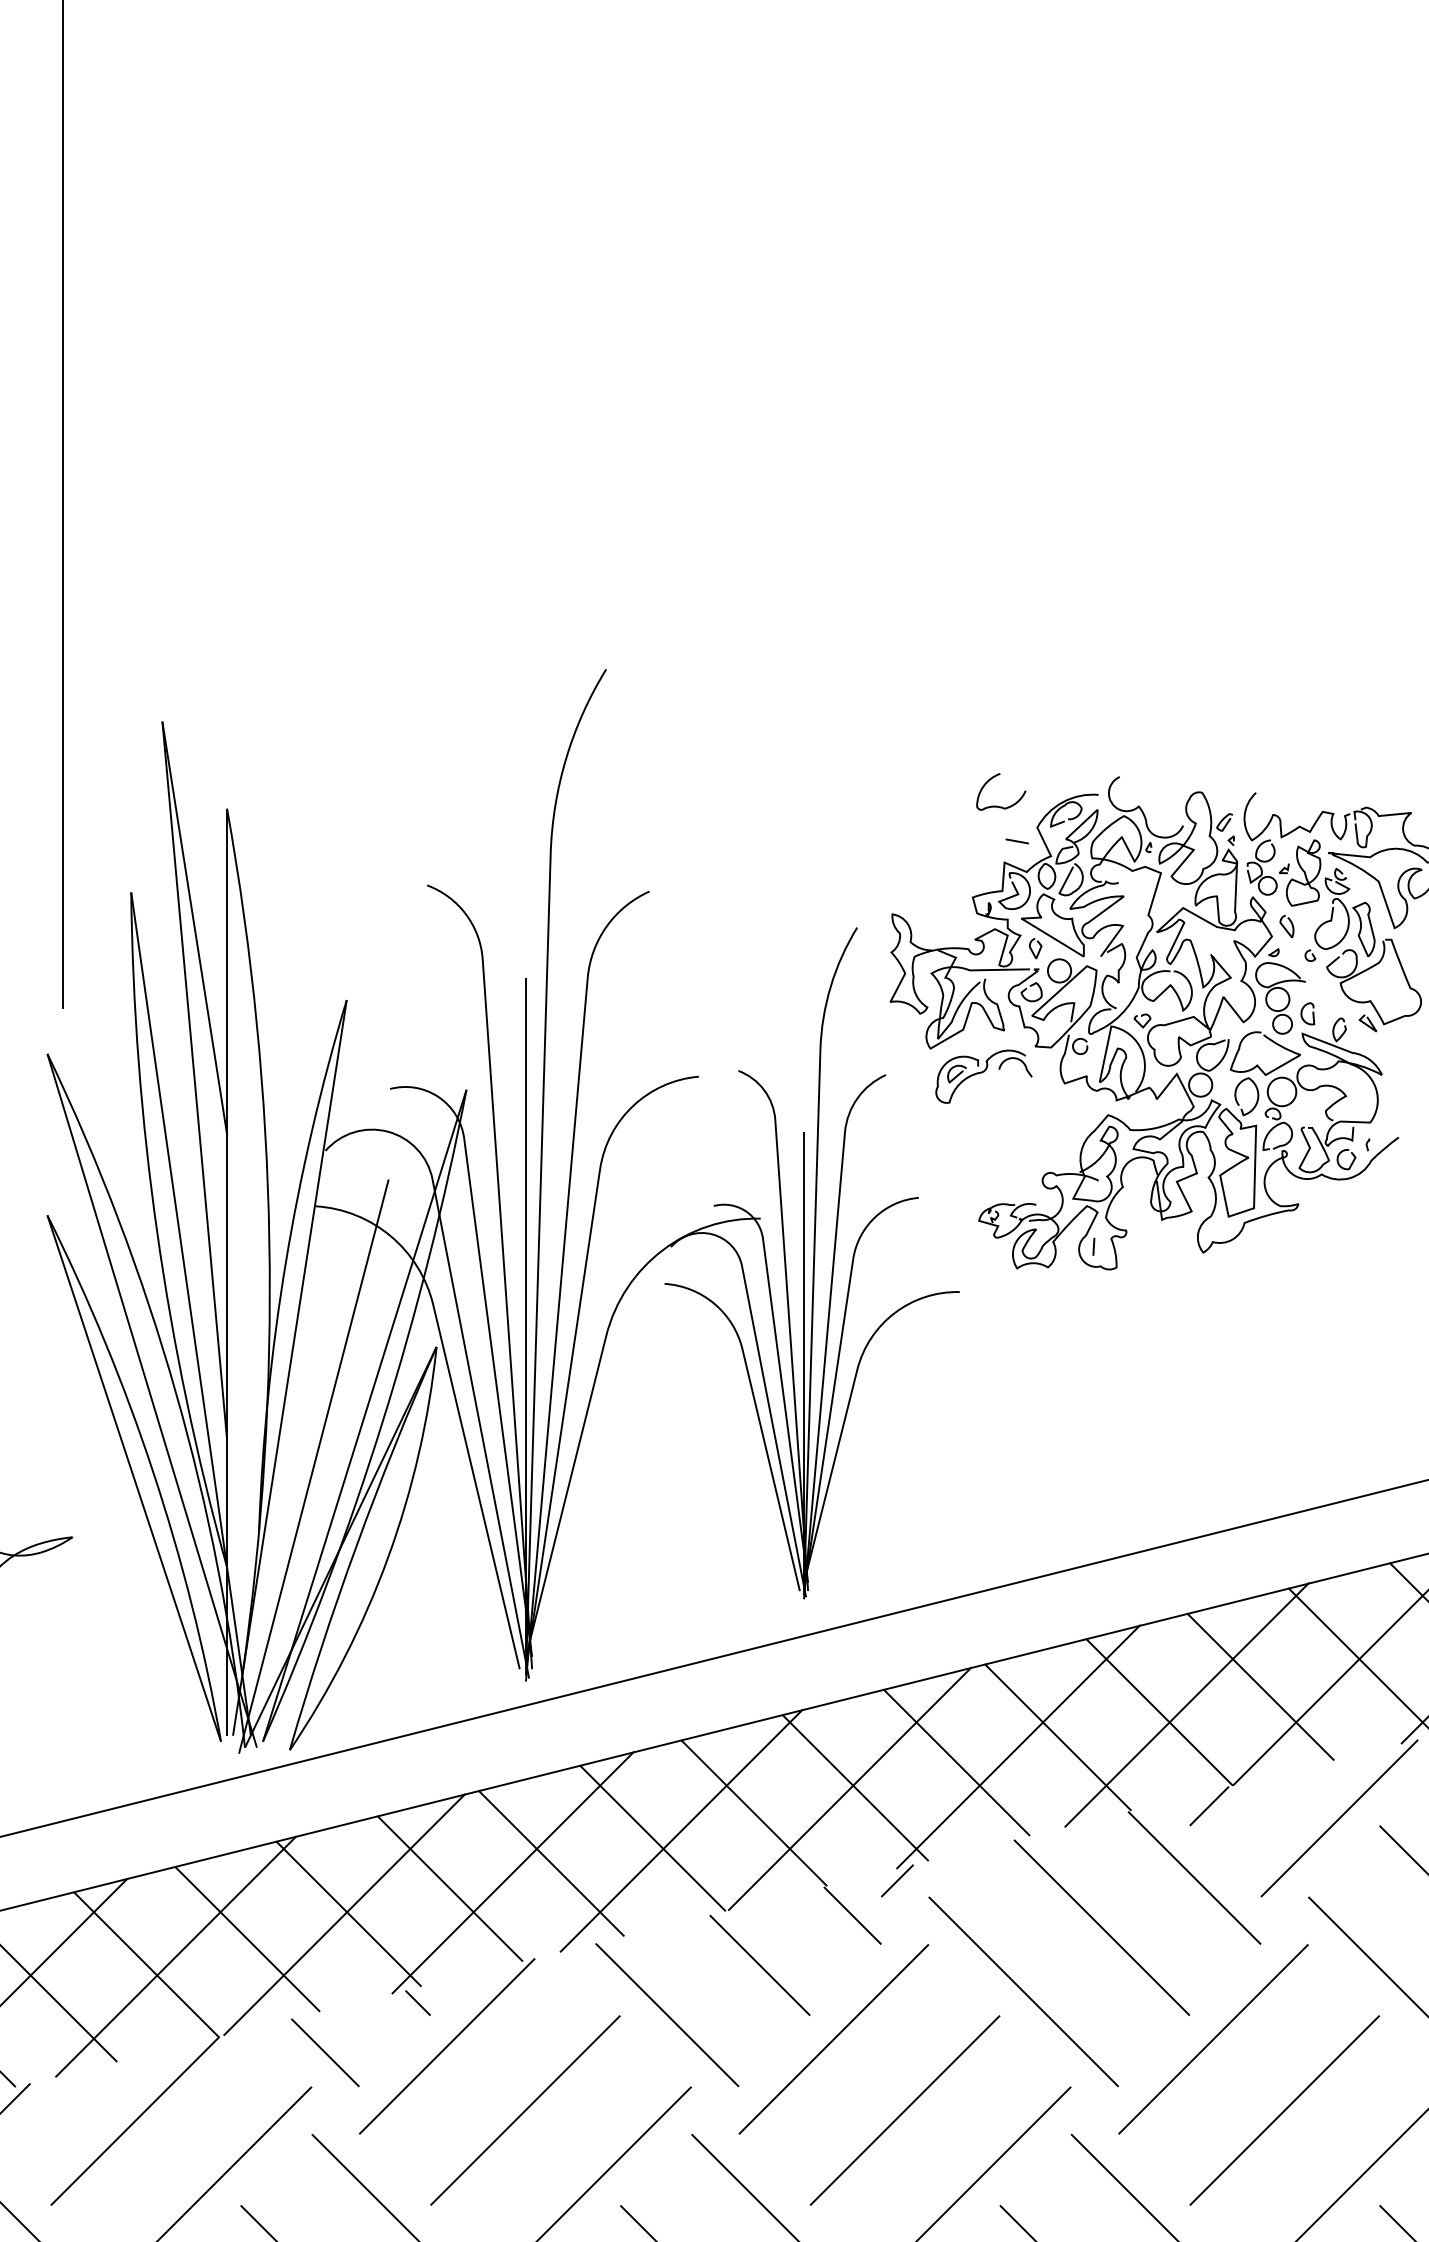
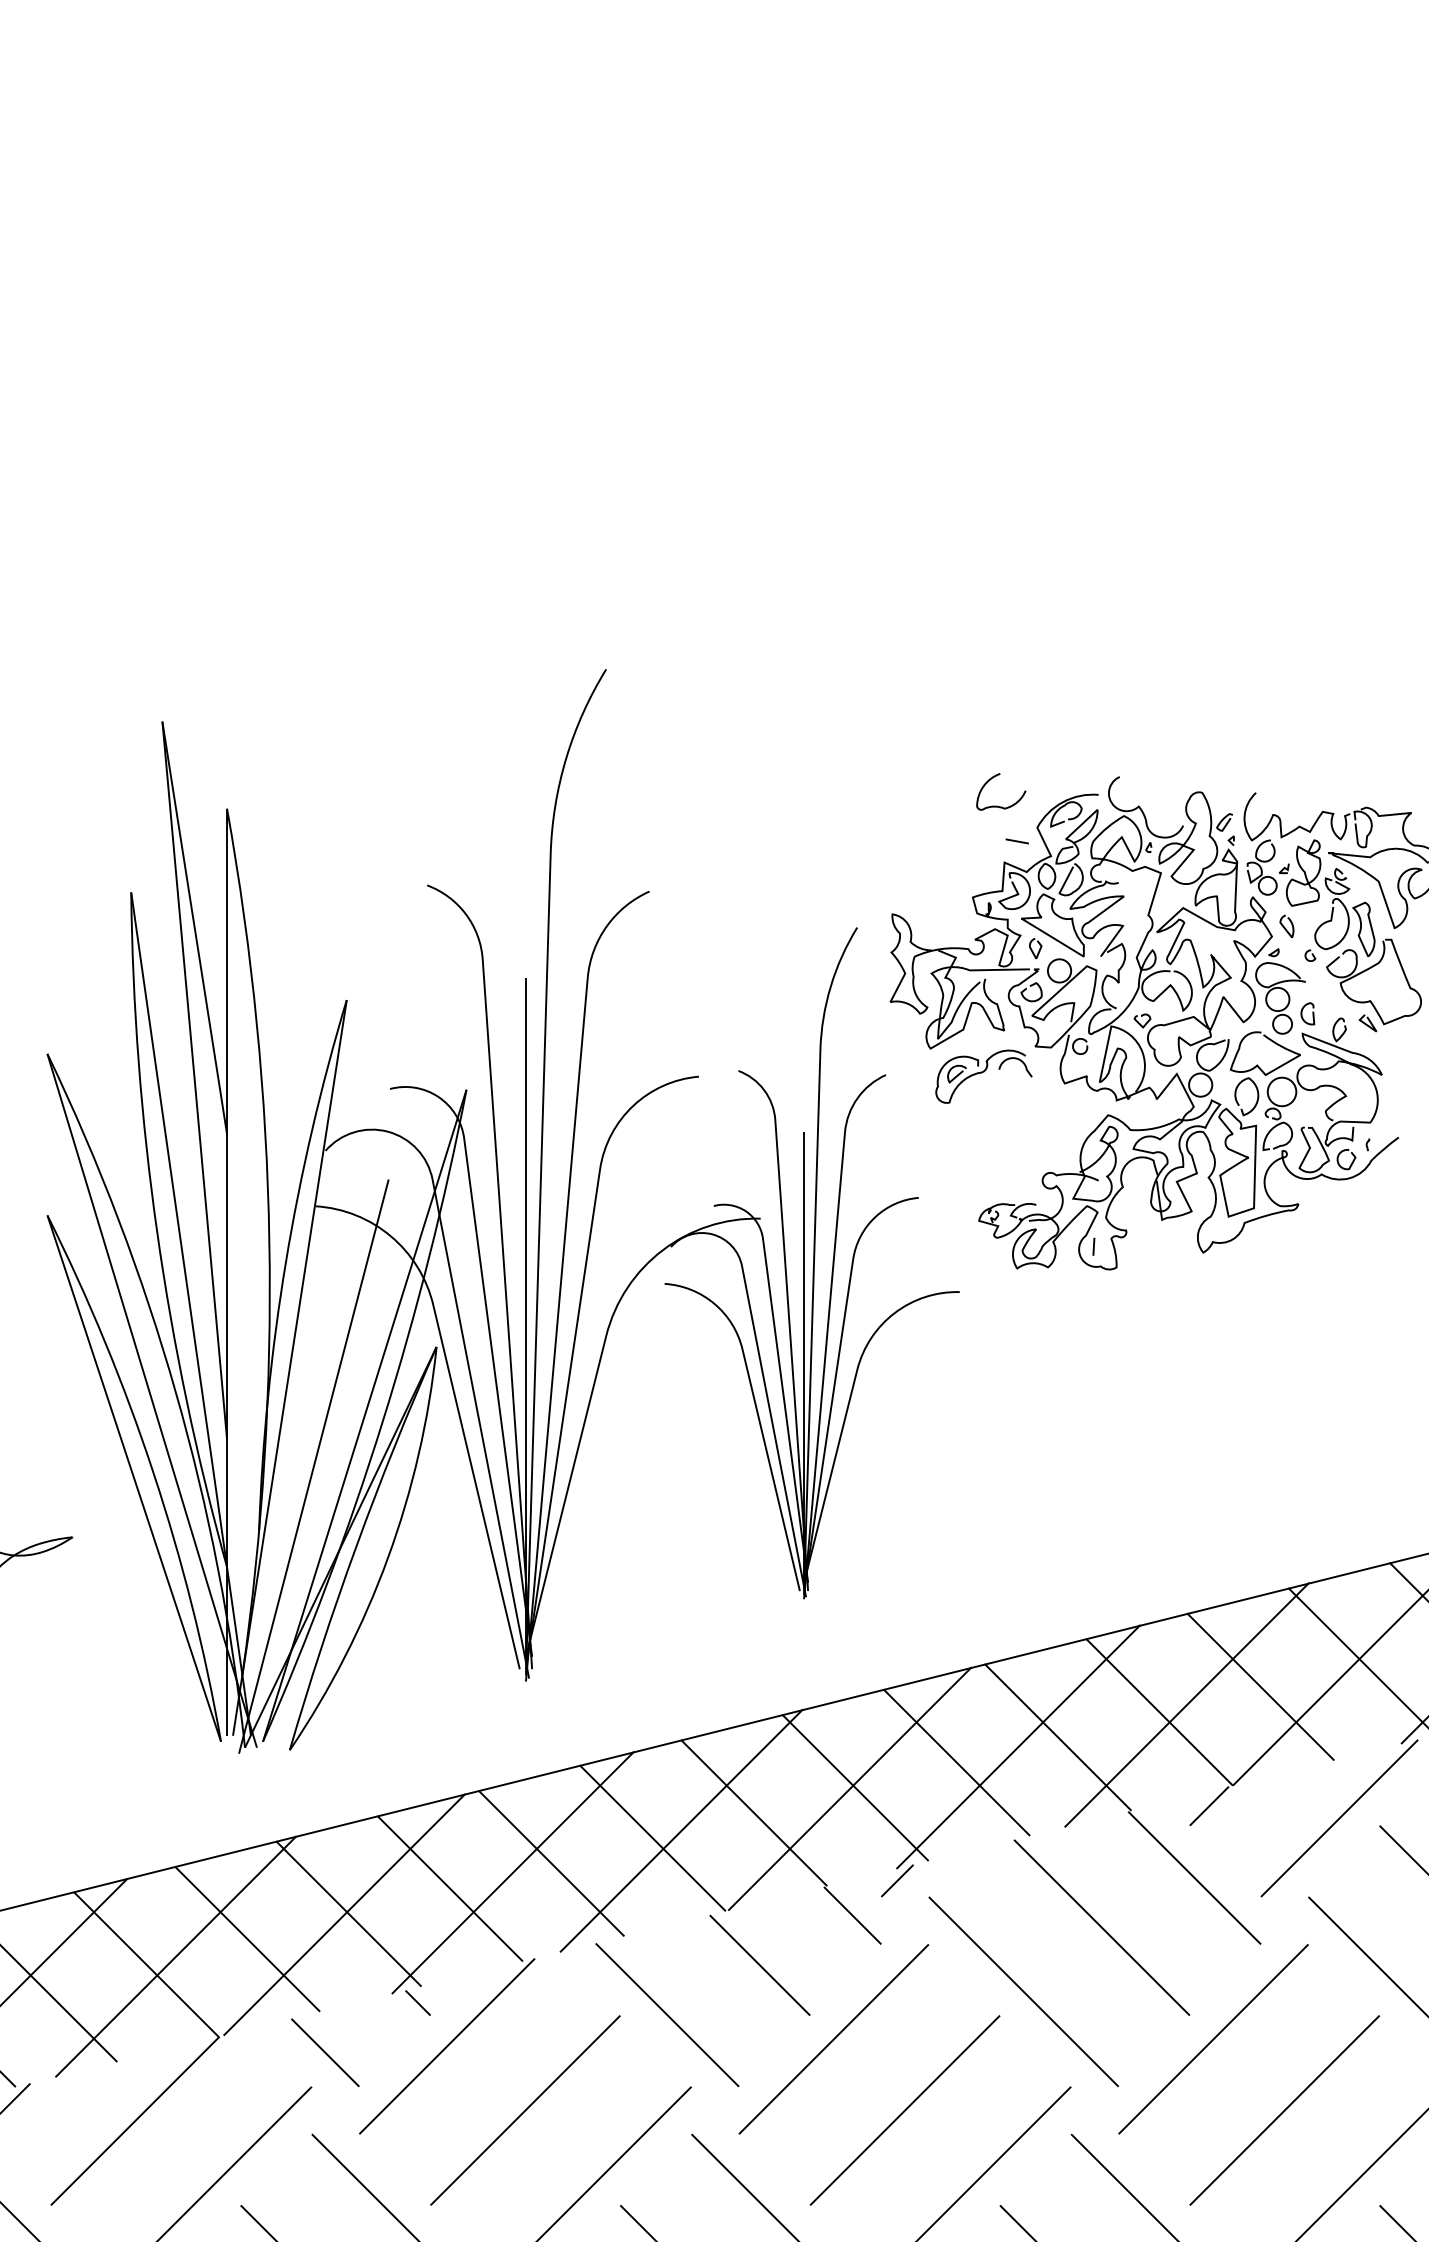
line at (62, 505): present -> none
line at (713, 1658): present -> none
